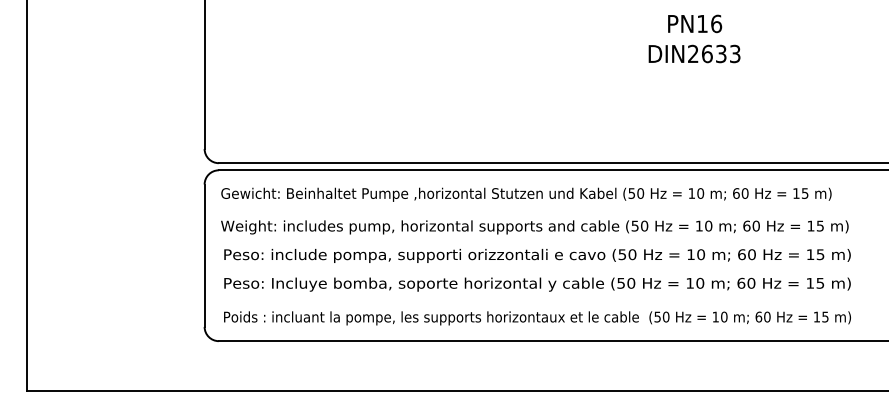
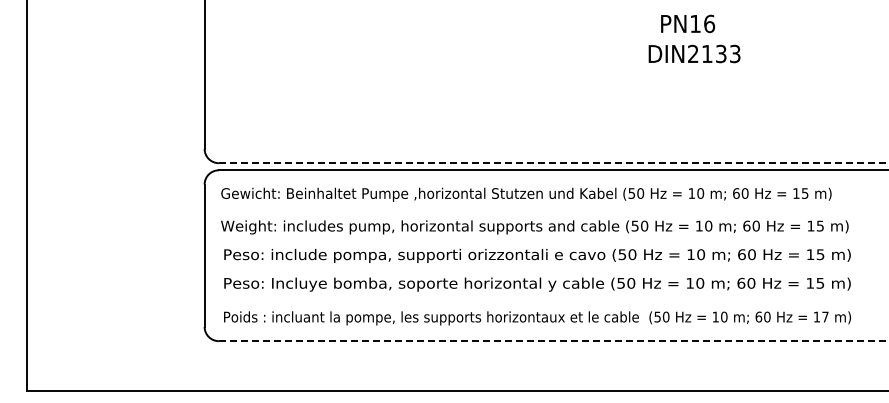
text at (695, 23) position: (695, 23) -> (688, 23)
text at (707, 53): DIN2633 -> DIN2133
line at (553, 163): solid -> dashed
text at (825, 316): 15 -> 17
line at (553, 341): solid -> dashed
